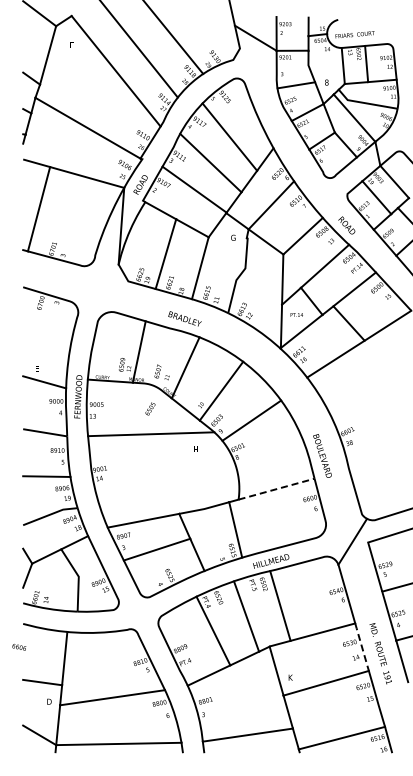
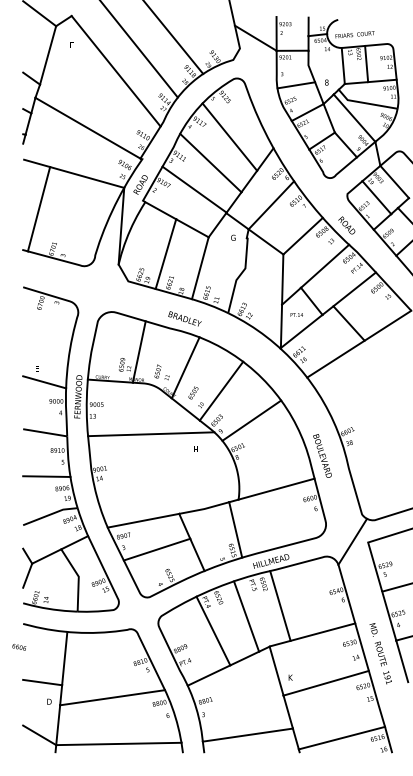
text at (150, 408) position: (150, 408) -> (193, 392)
line at (277, 489): dashed -> solid
line at (362, 647): dashed -> solid
